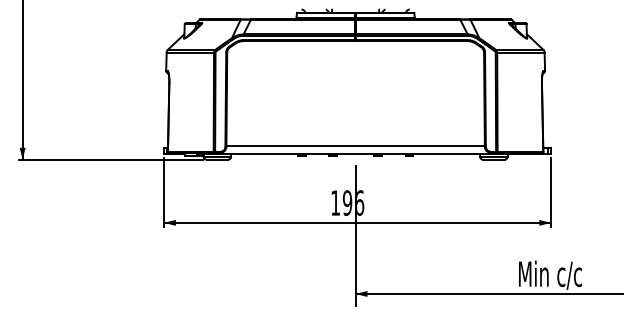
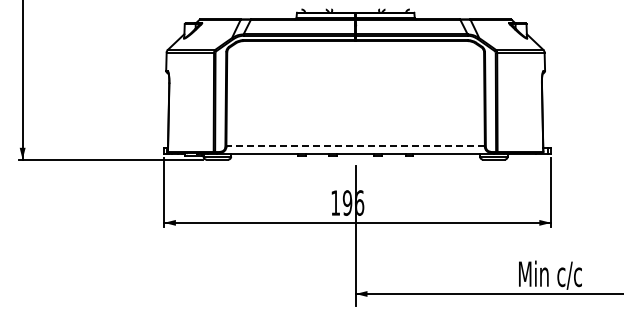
line at (355, 145): solid -> dashed
